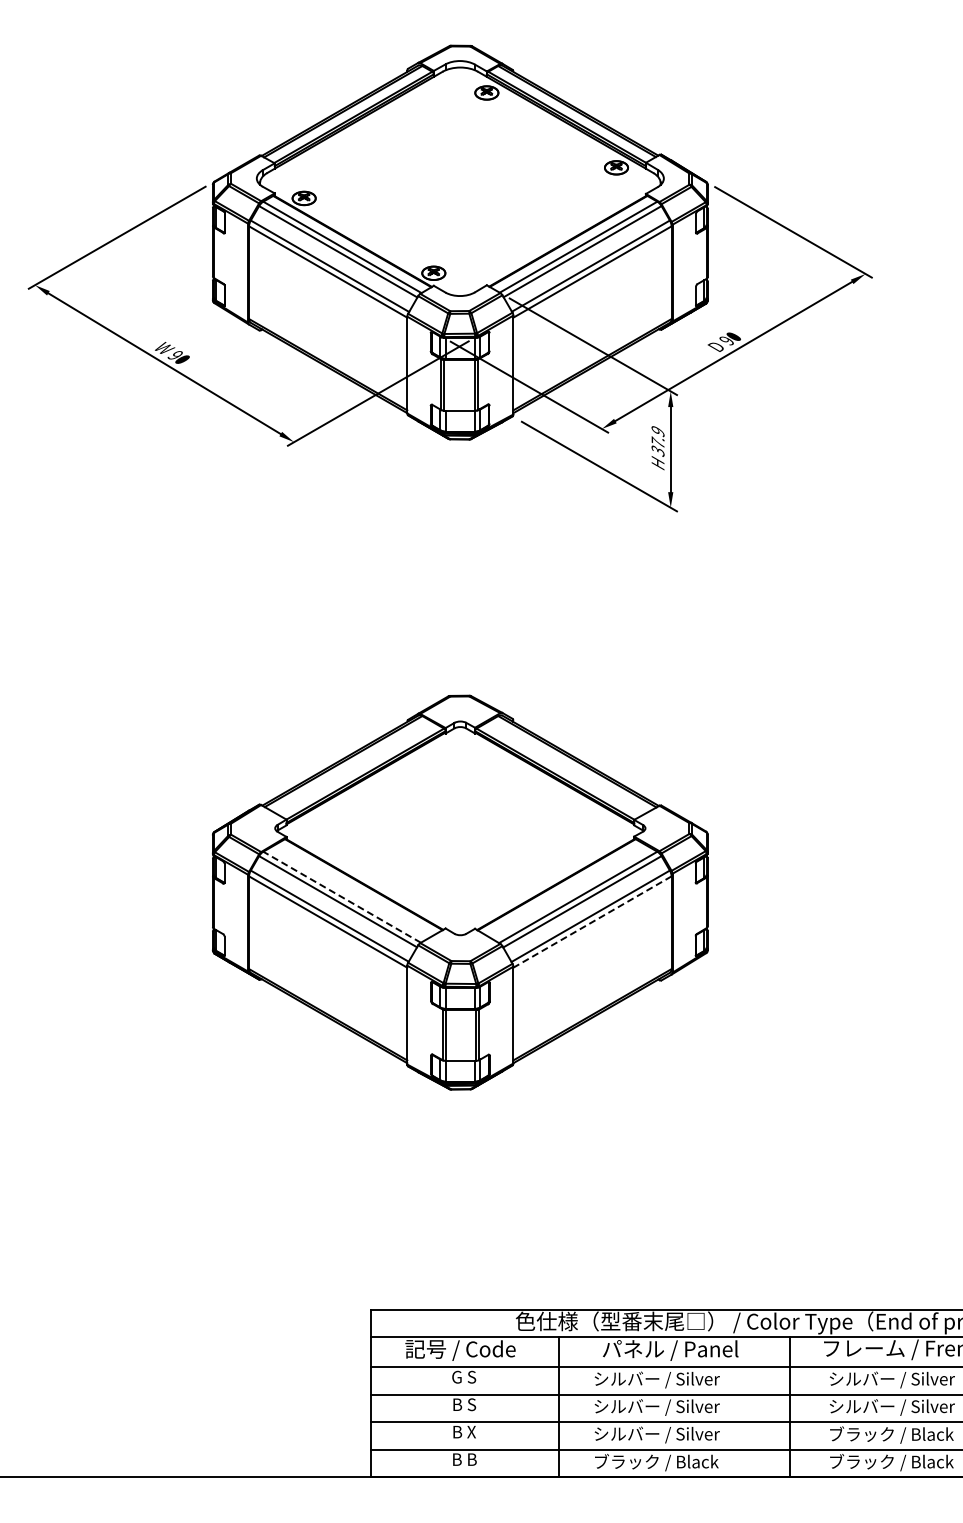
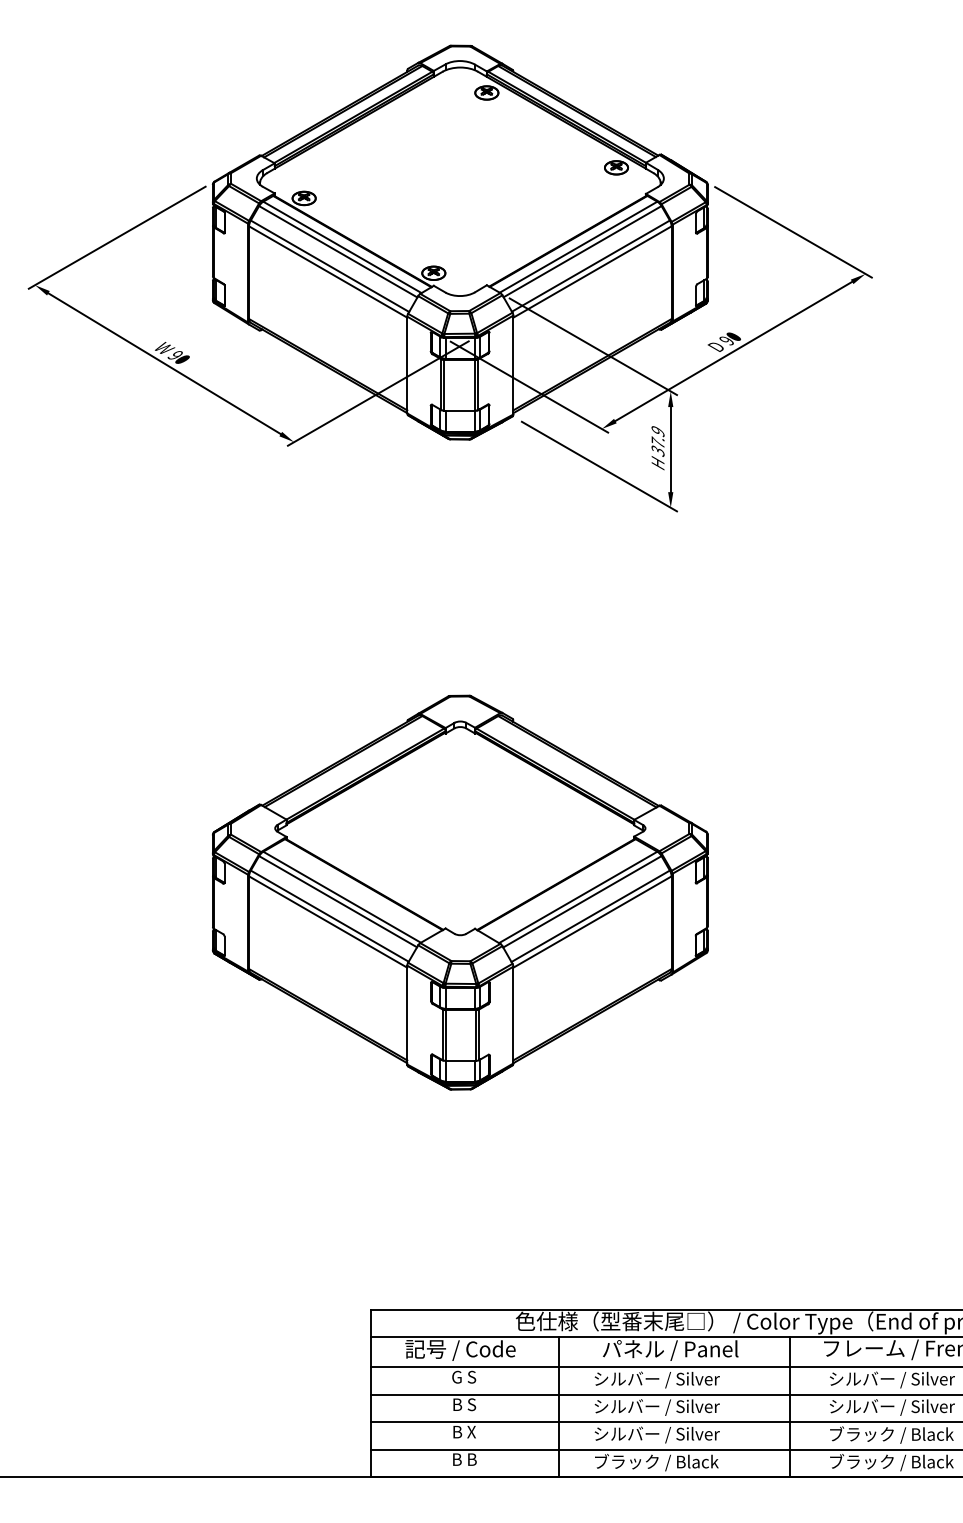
line at (341, 896): dashed -> solid
line at (592, 922): dashed -> solid
